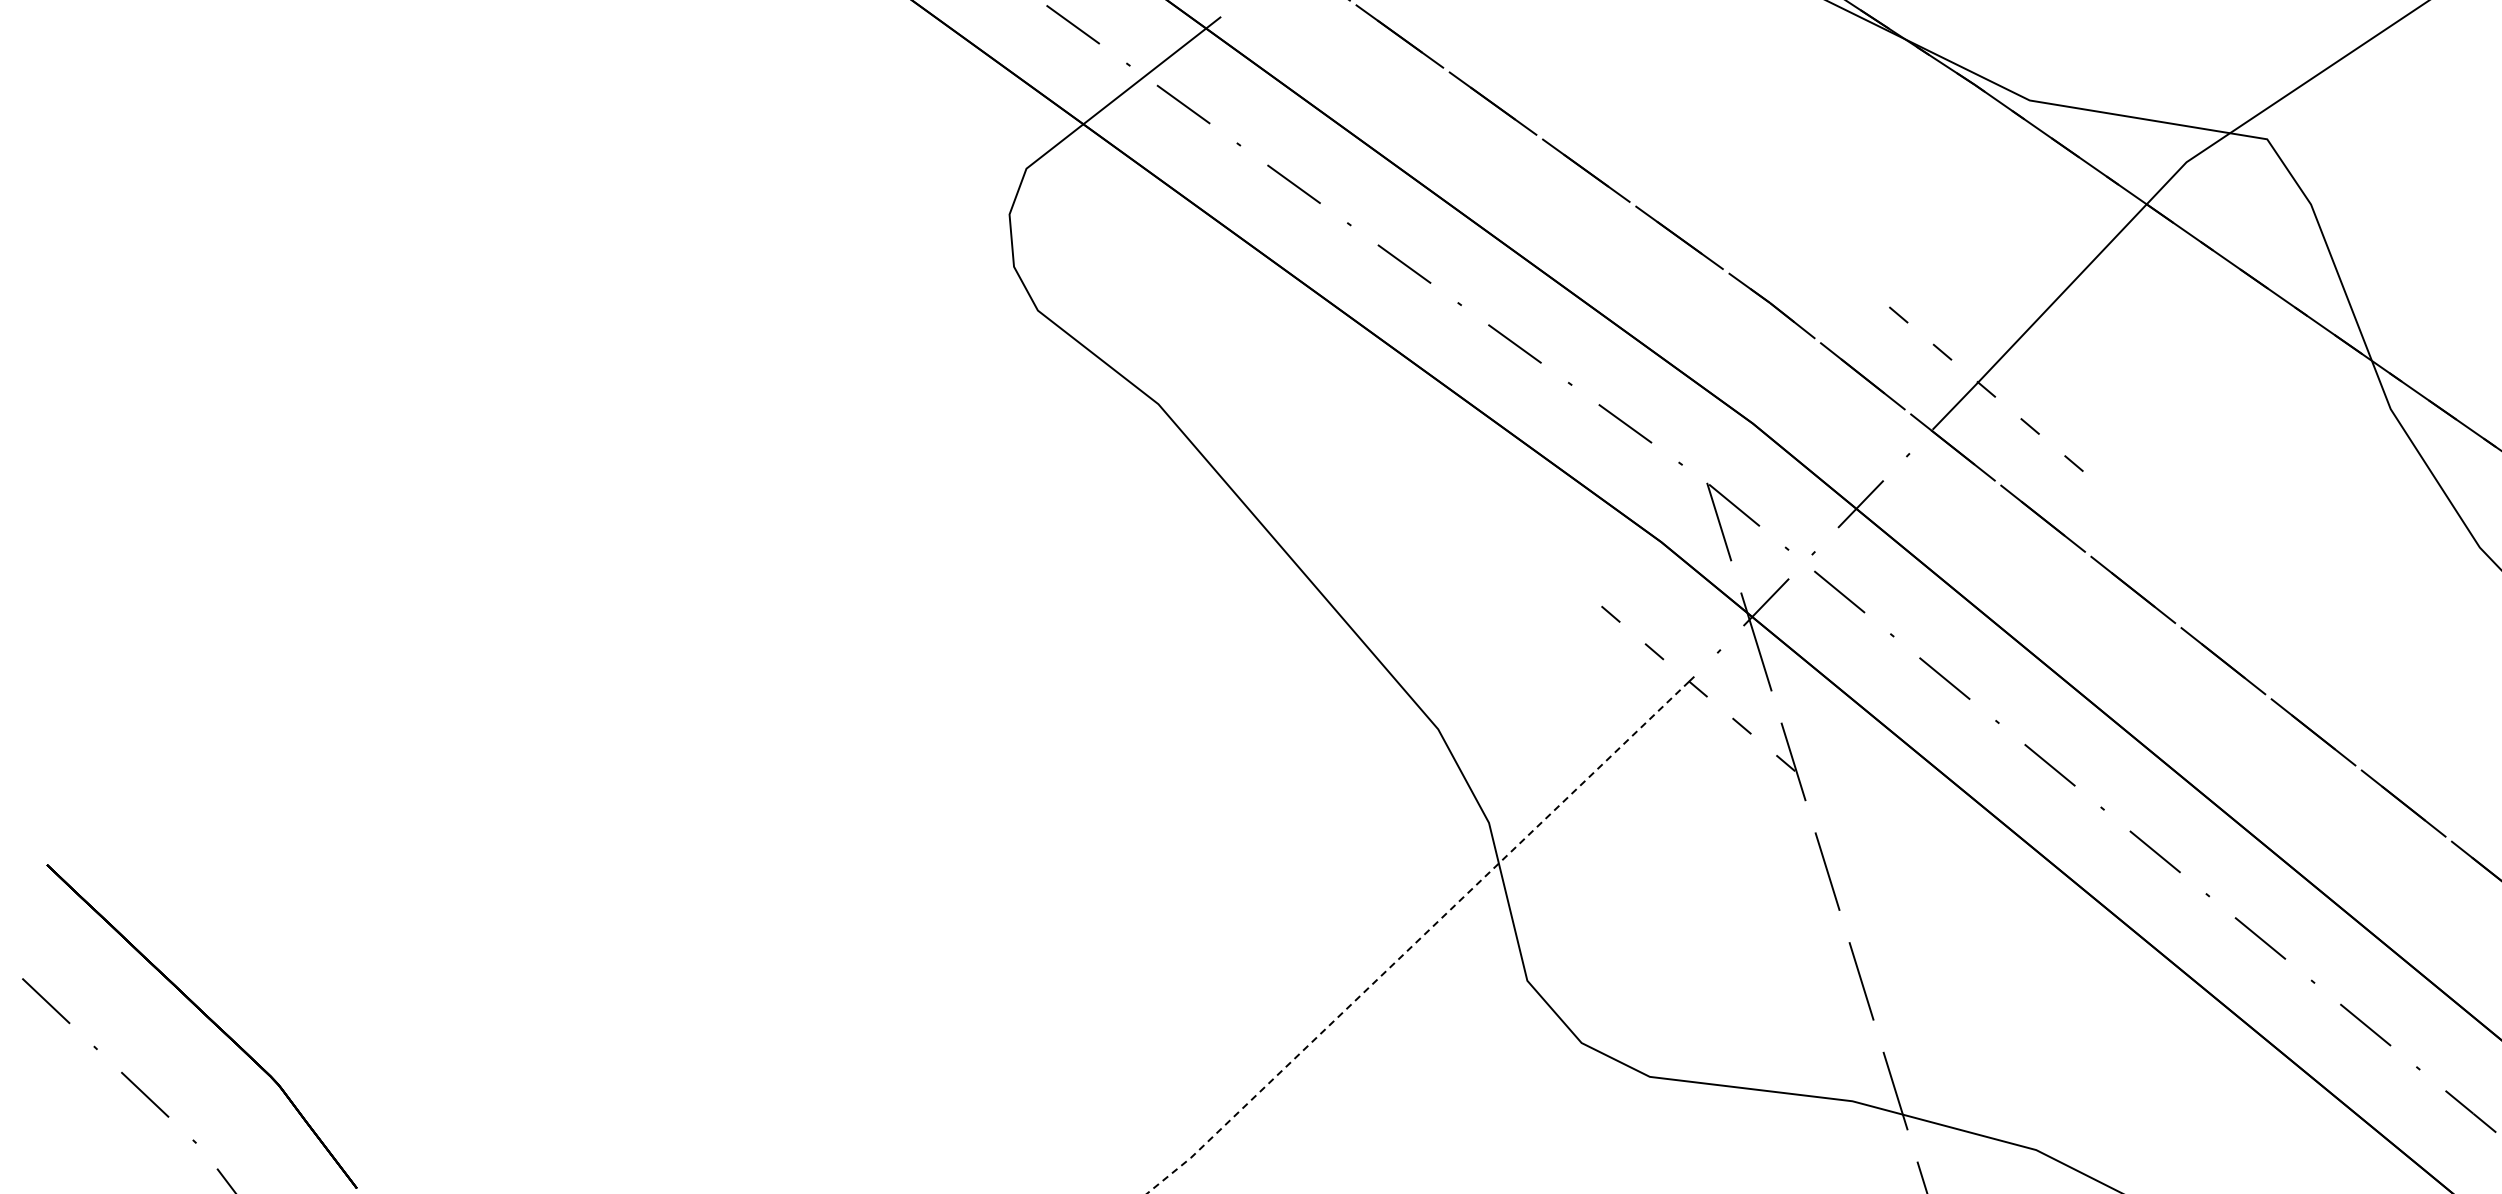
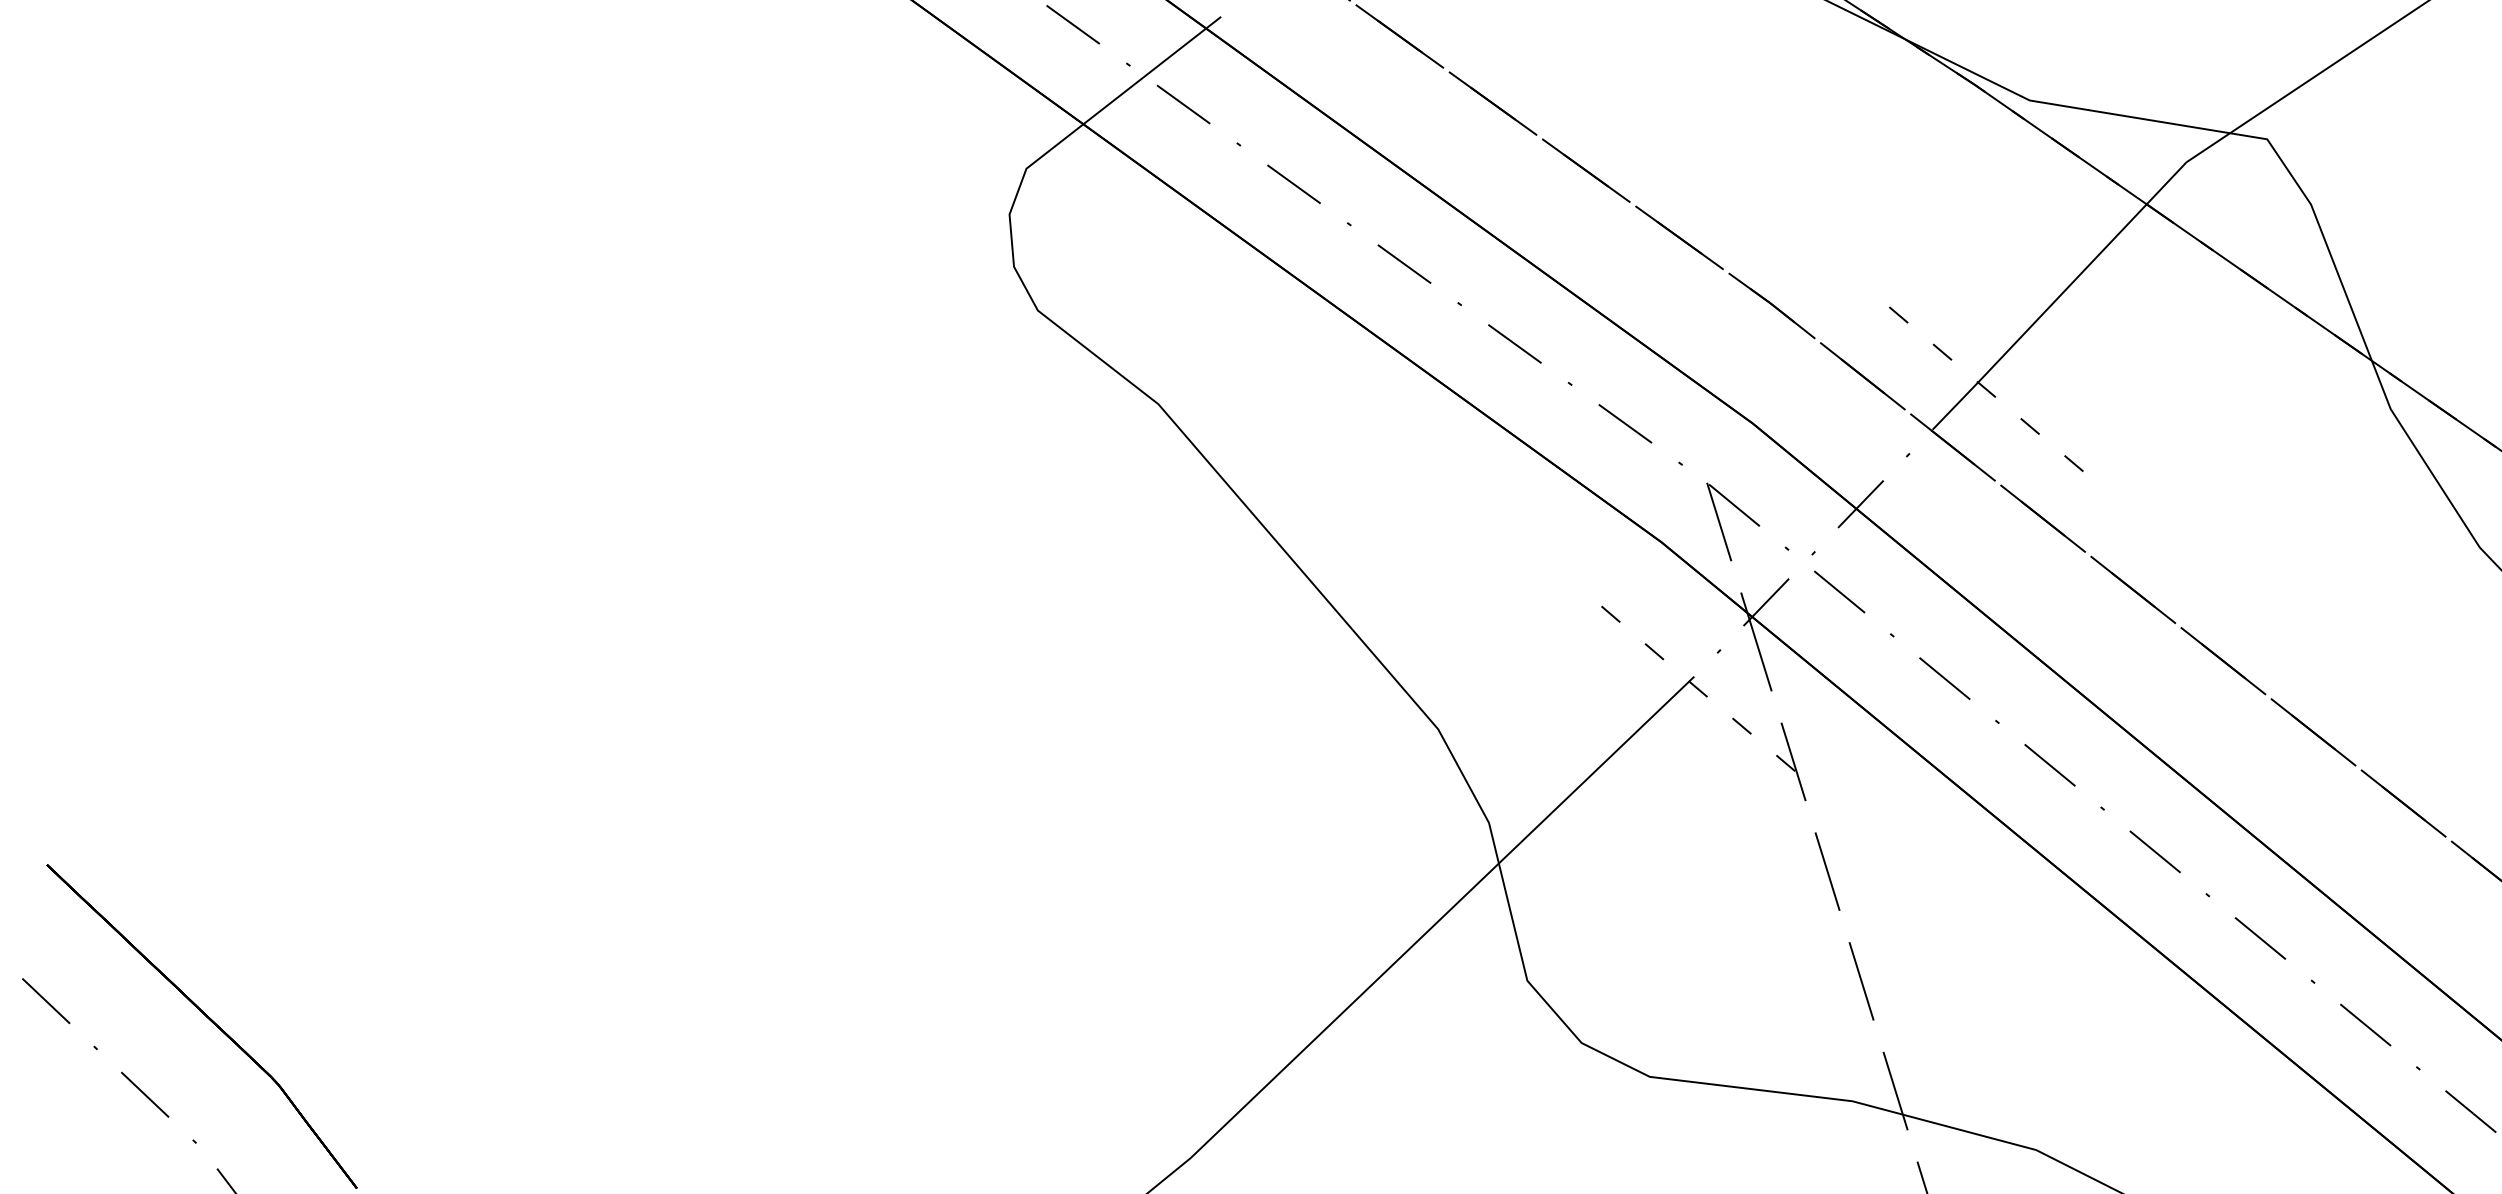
line at (1419, 939): dashed -> solid
